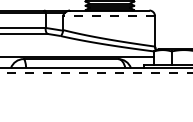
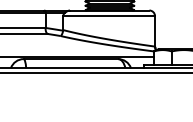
line at (109, 16): dashed -> solid
line at (96, 72): dashed -> solid
